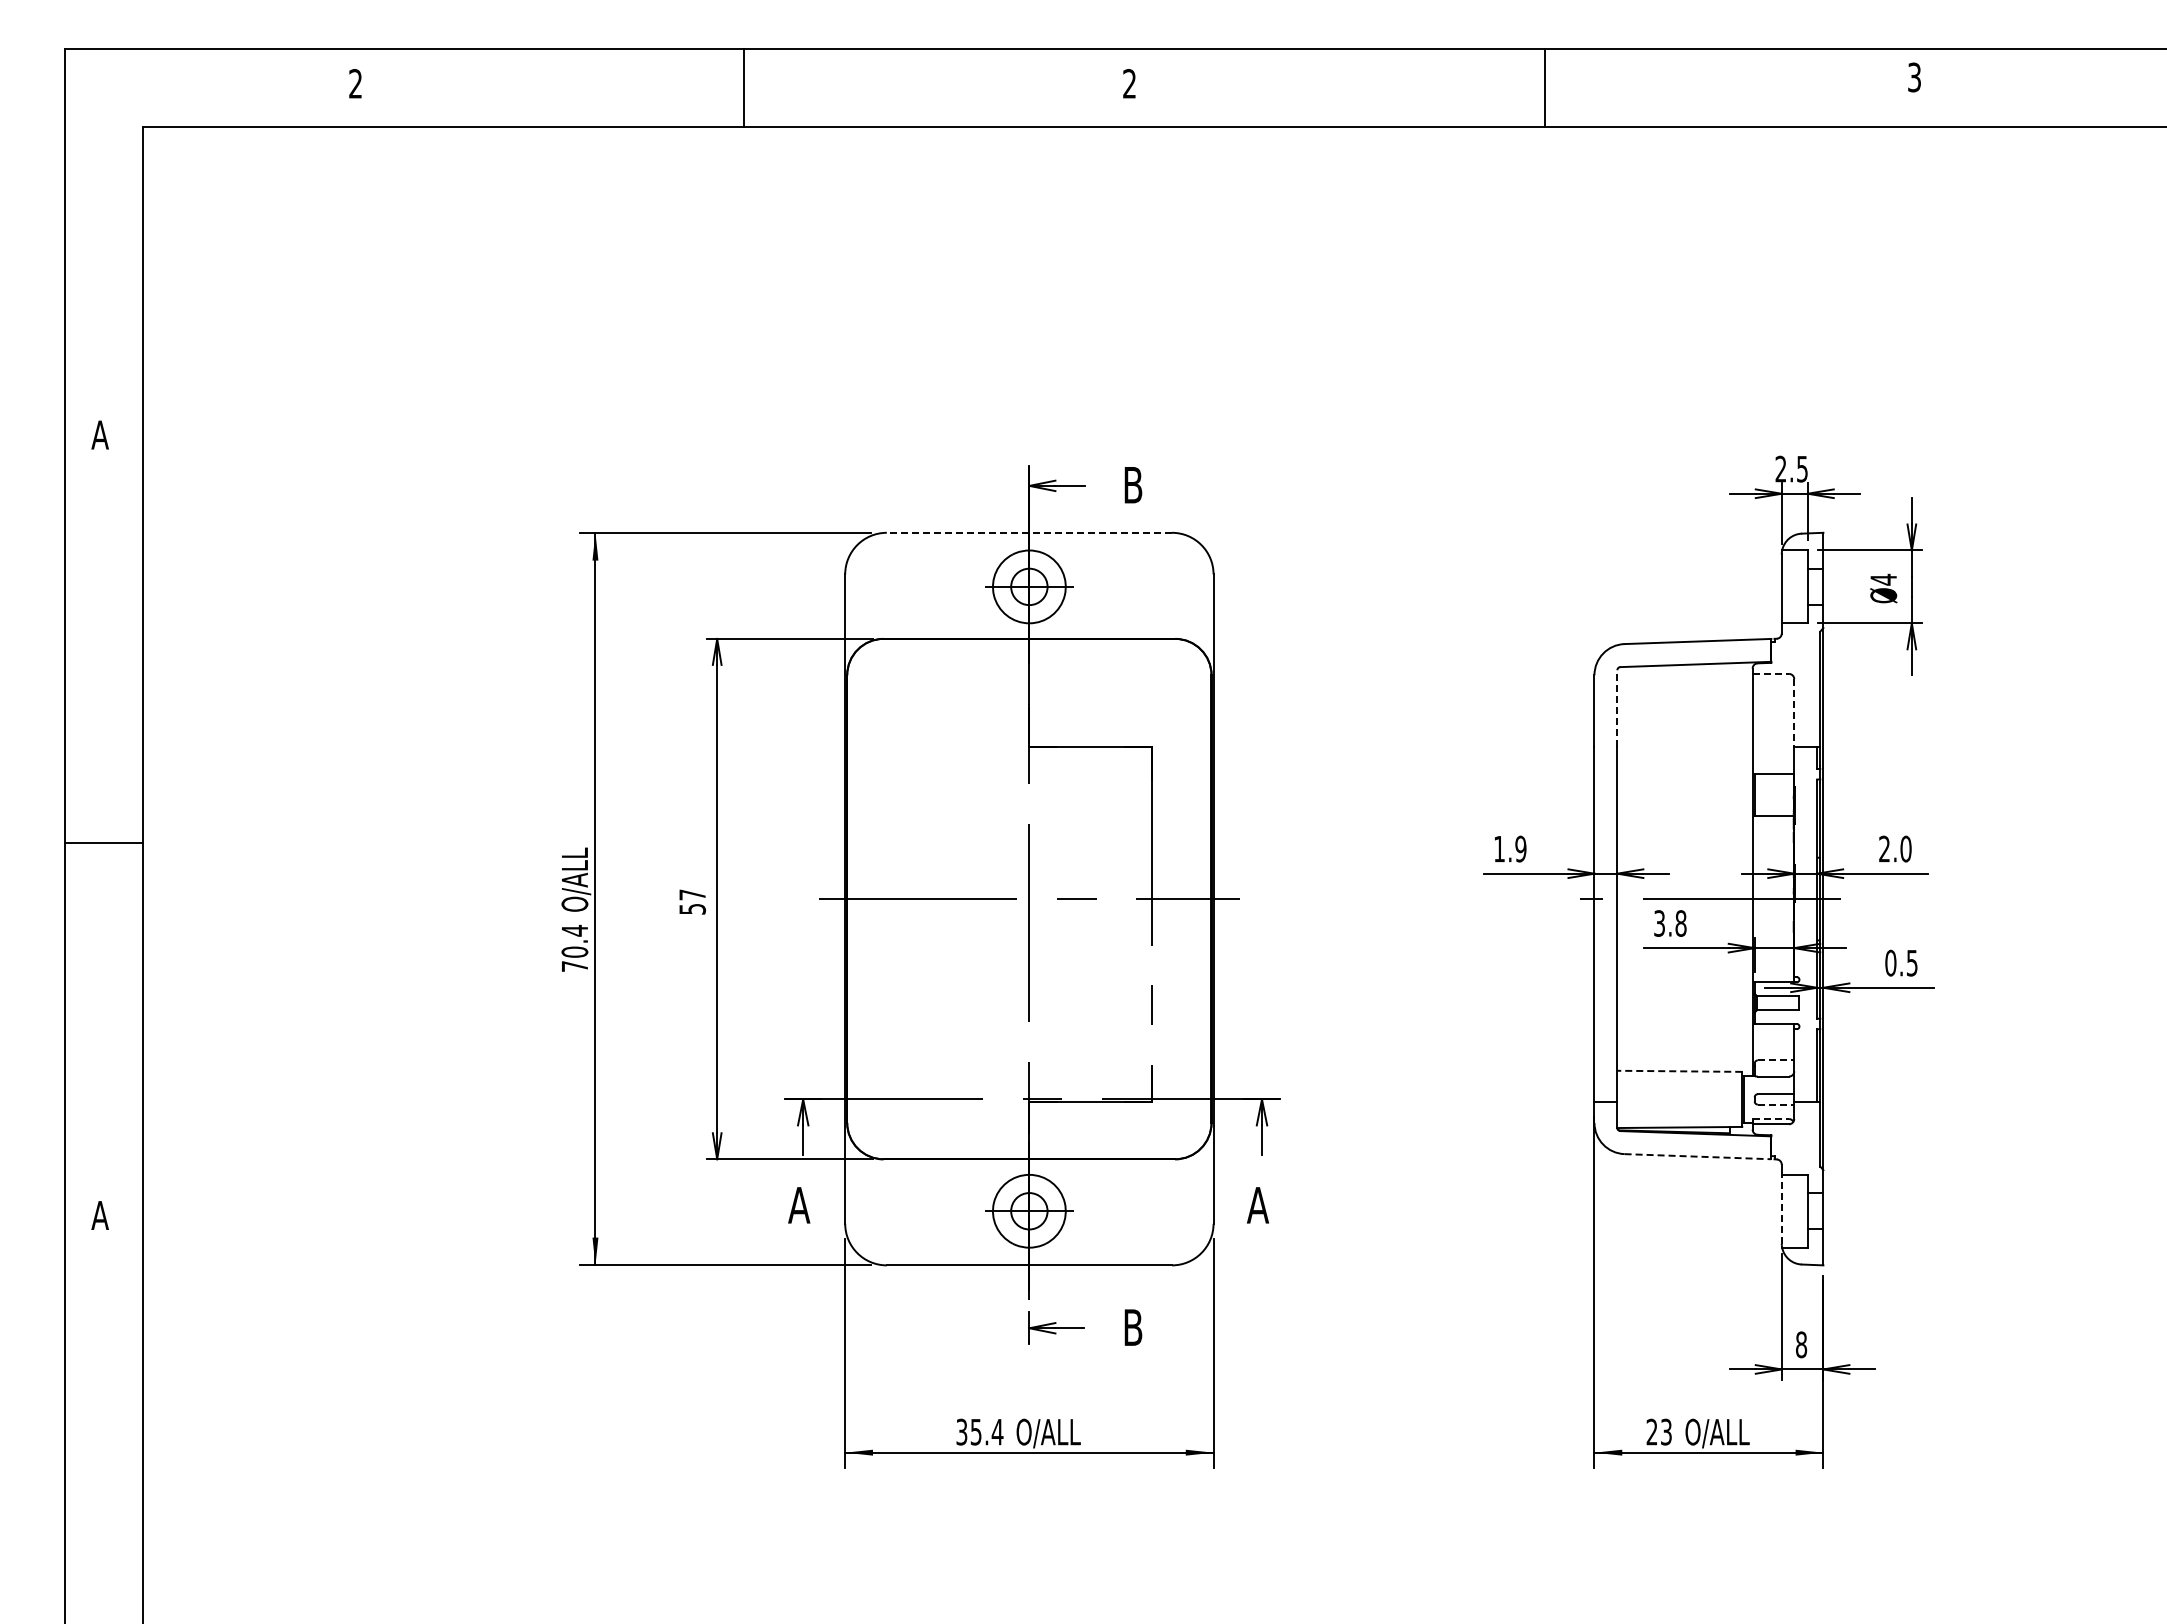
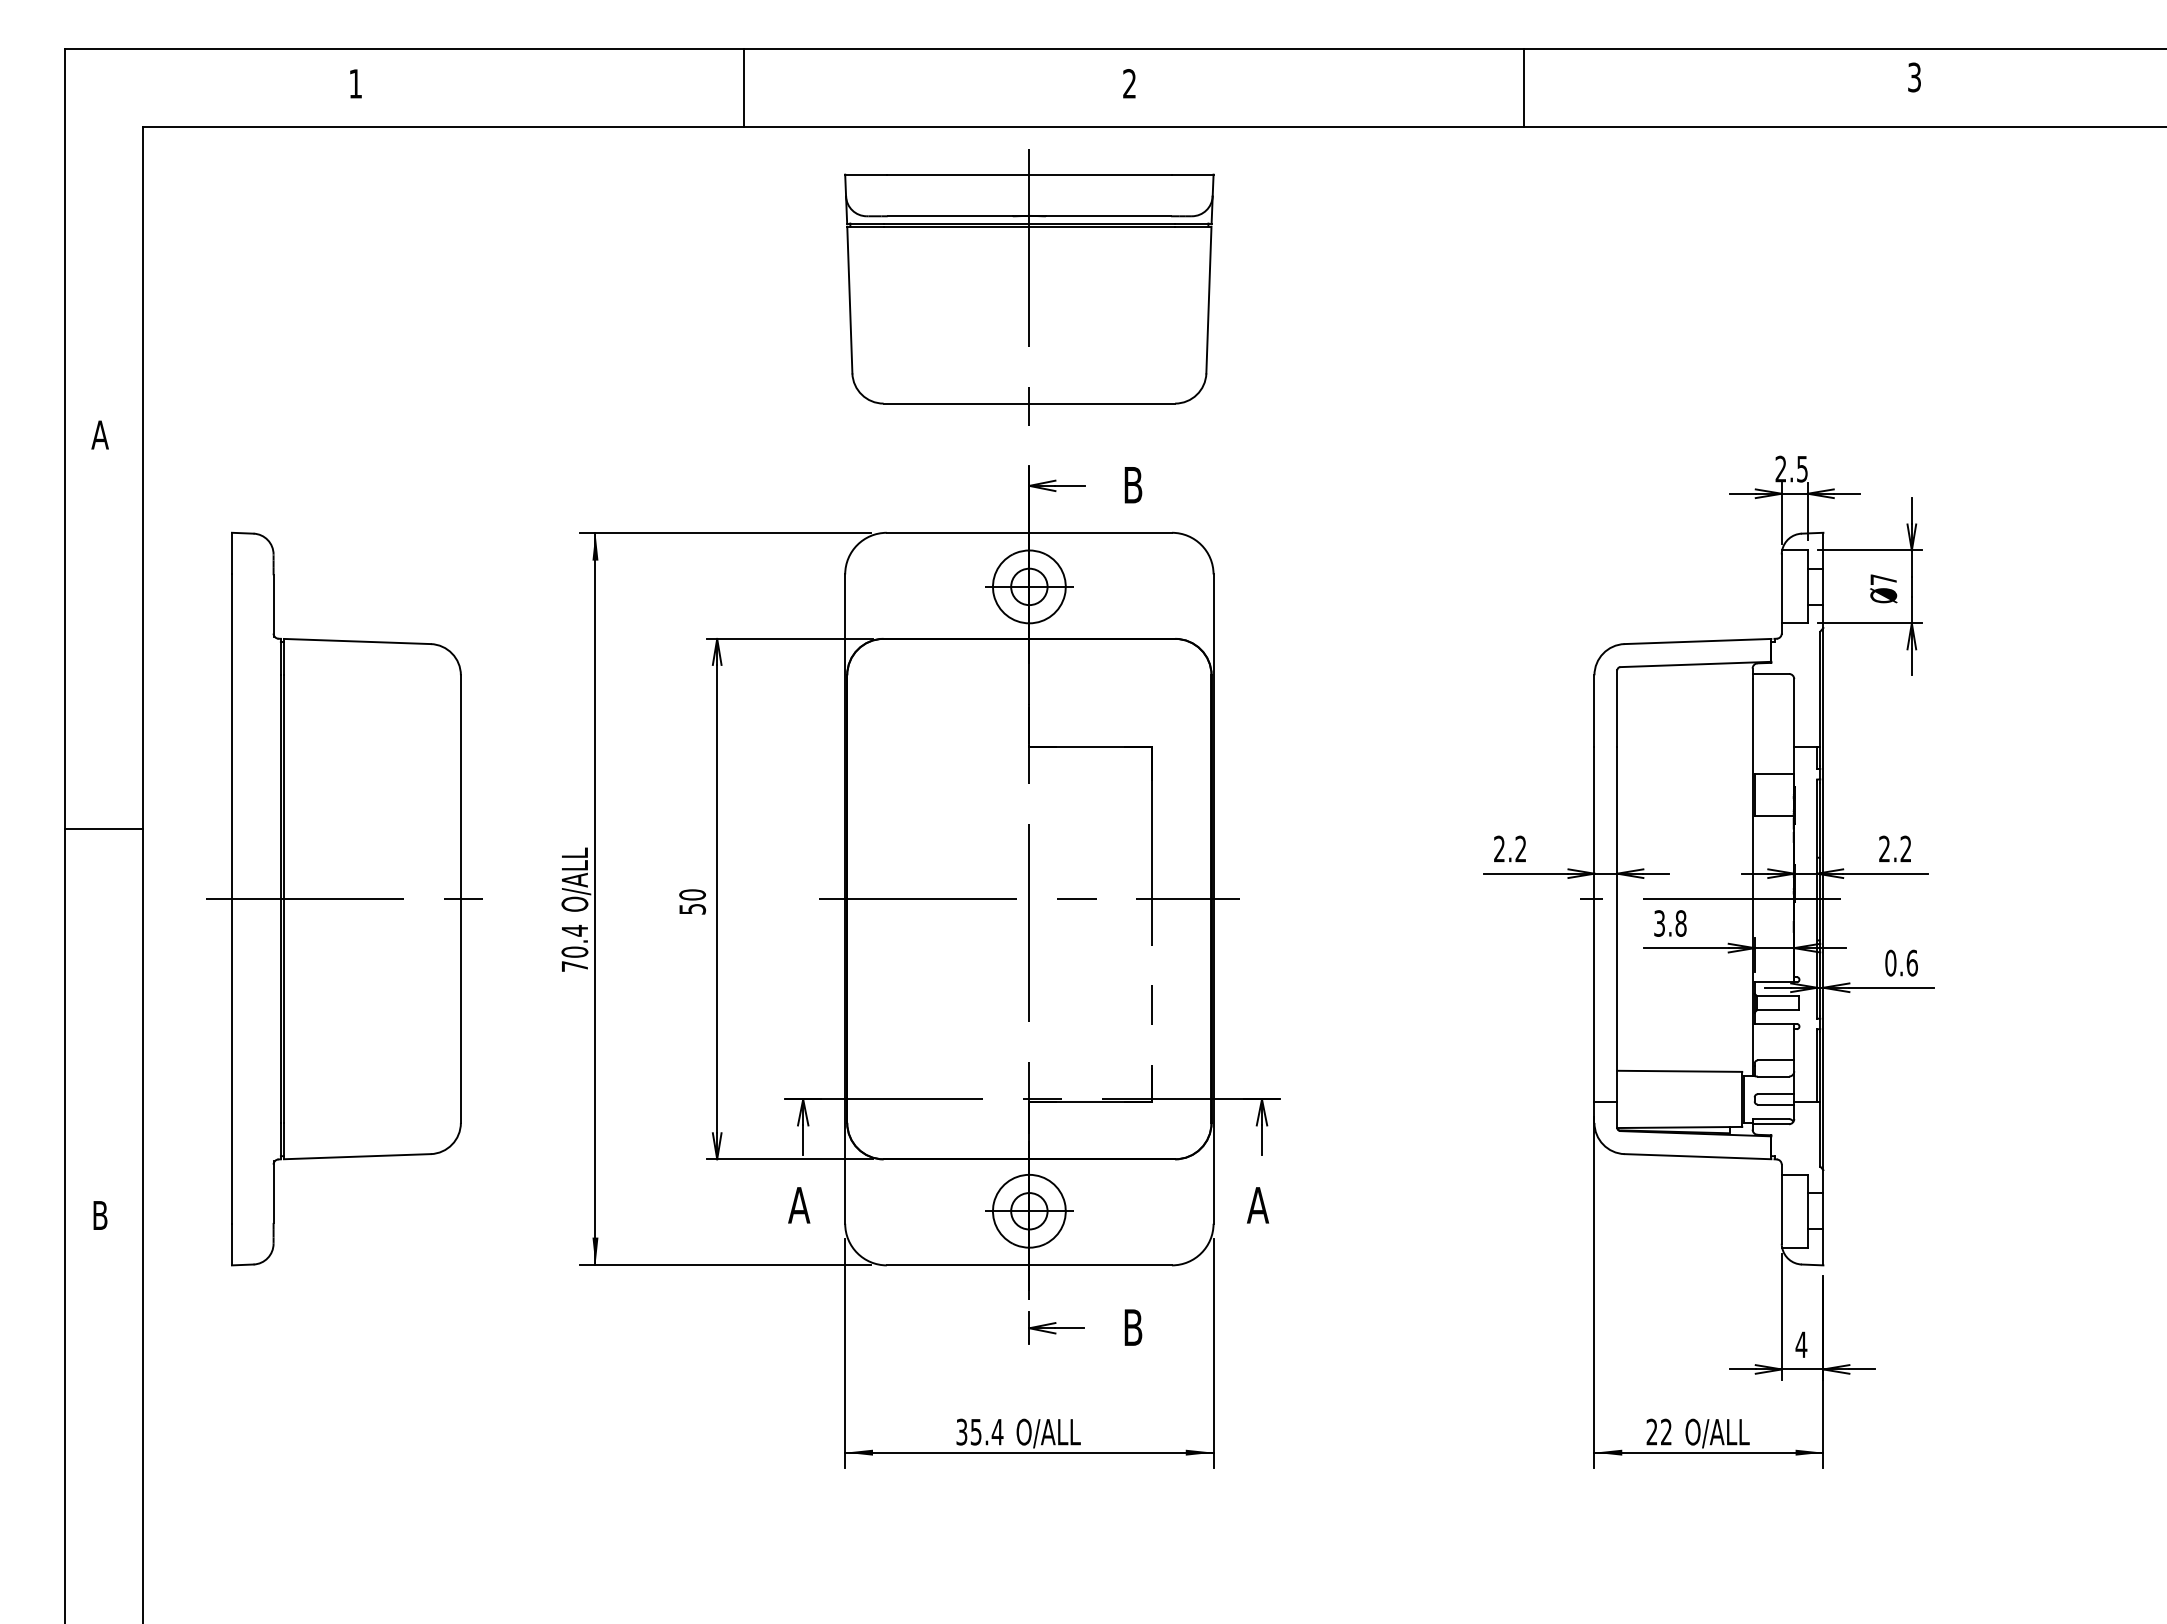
text at (355, 83): 2 -> 1
line at (1545, 87) position: (1545, 87) -> (1524, 87)
part at (1029, 287): none -> present
line at (1029, 532): dashed -> solid
text at (1883, 579): Ø4 -> Ø7
line at (1771, 673): dashed -> solid
line at (1617, 708): dashed -> solid
line at (1794, 713): dashed -> solid
line at (104, 843) position: (104, 843) -> (104, 829)
text at (1510, 848): 1.9 -> 2.2
text at (1905, 848): 2.0 -> 2.2
text at (692, 894): 57 -> 50
part at (344, 898): none -> present
text at (1911, 962): 0.5 -> 0.6
line at (1776, 1060): dashed -> solid
line at (1679, 1071): dashed -> solid
line at (1776, 1104): dashed -> solid
line at (1771, 1119): dashed -> solid
line at (1698, 1156): dashed -> solid
line at (1781, 1208): dashed -> solid
text at (99, 1215): A -> B
text at (1801, 1344): 8 -> 4
text at (1666, 1432): 23 -> 22
